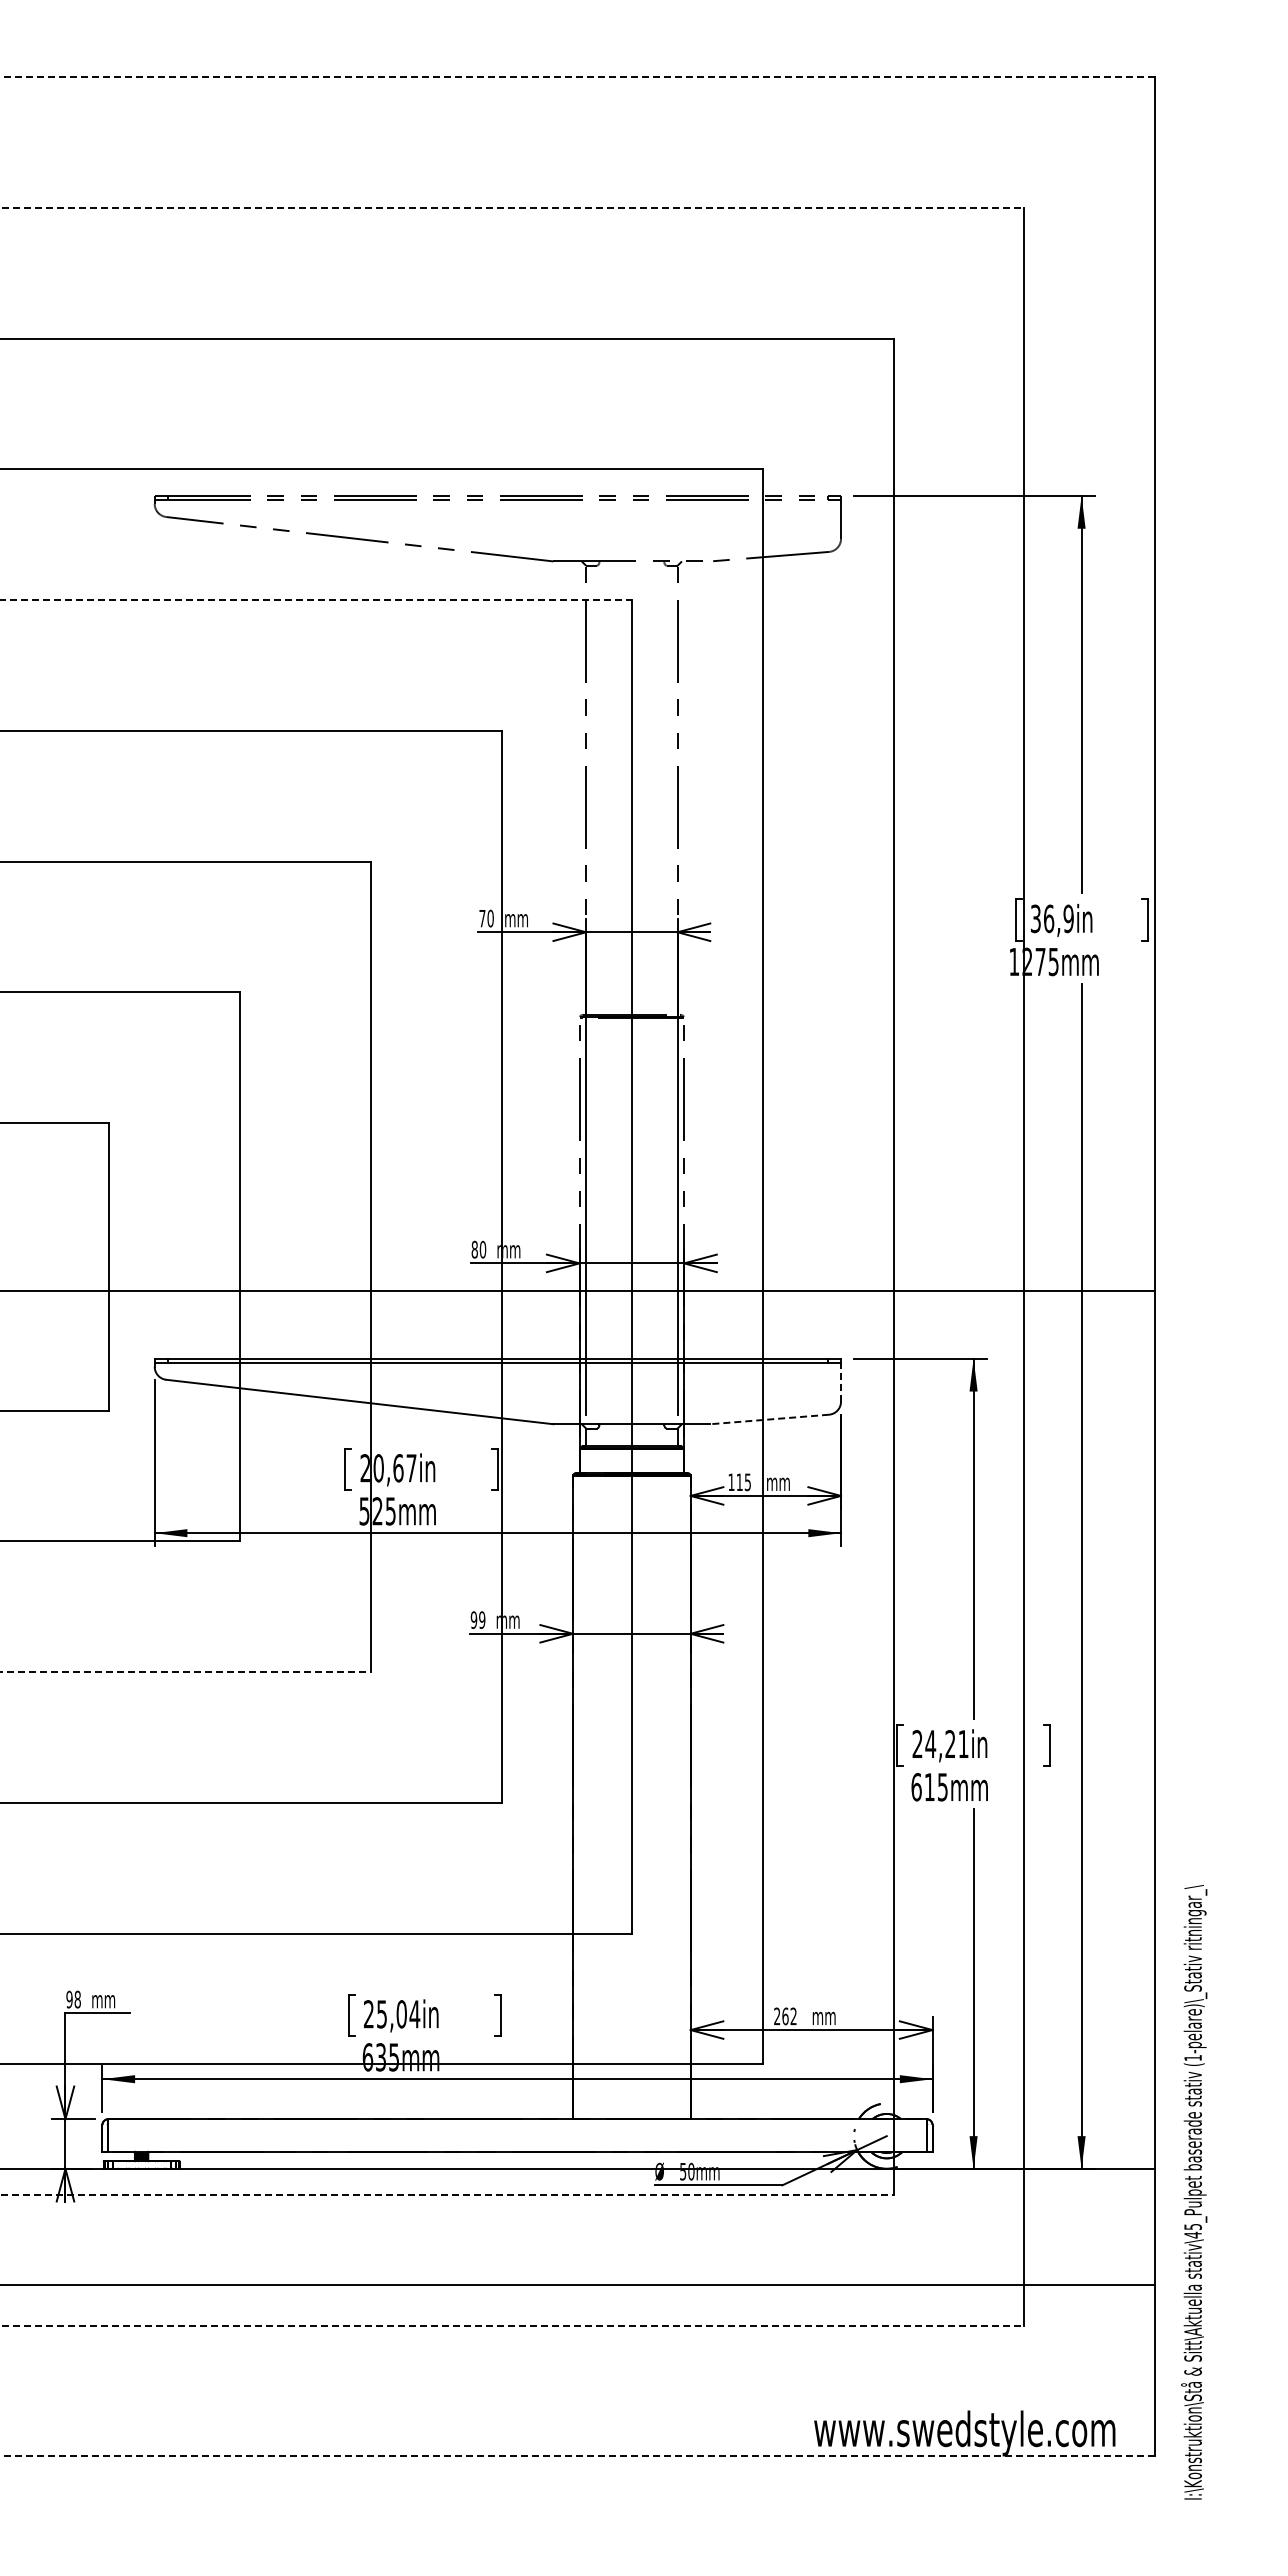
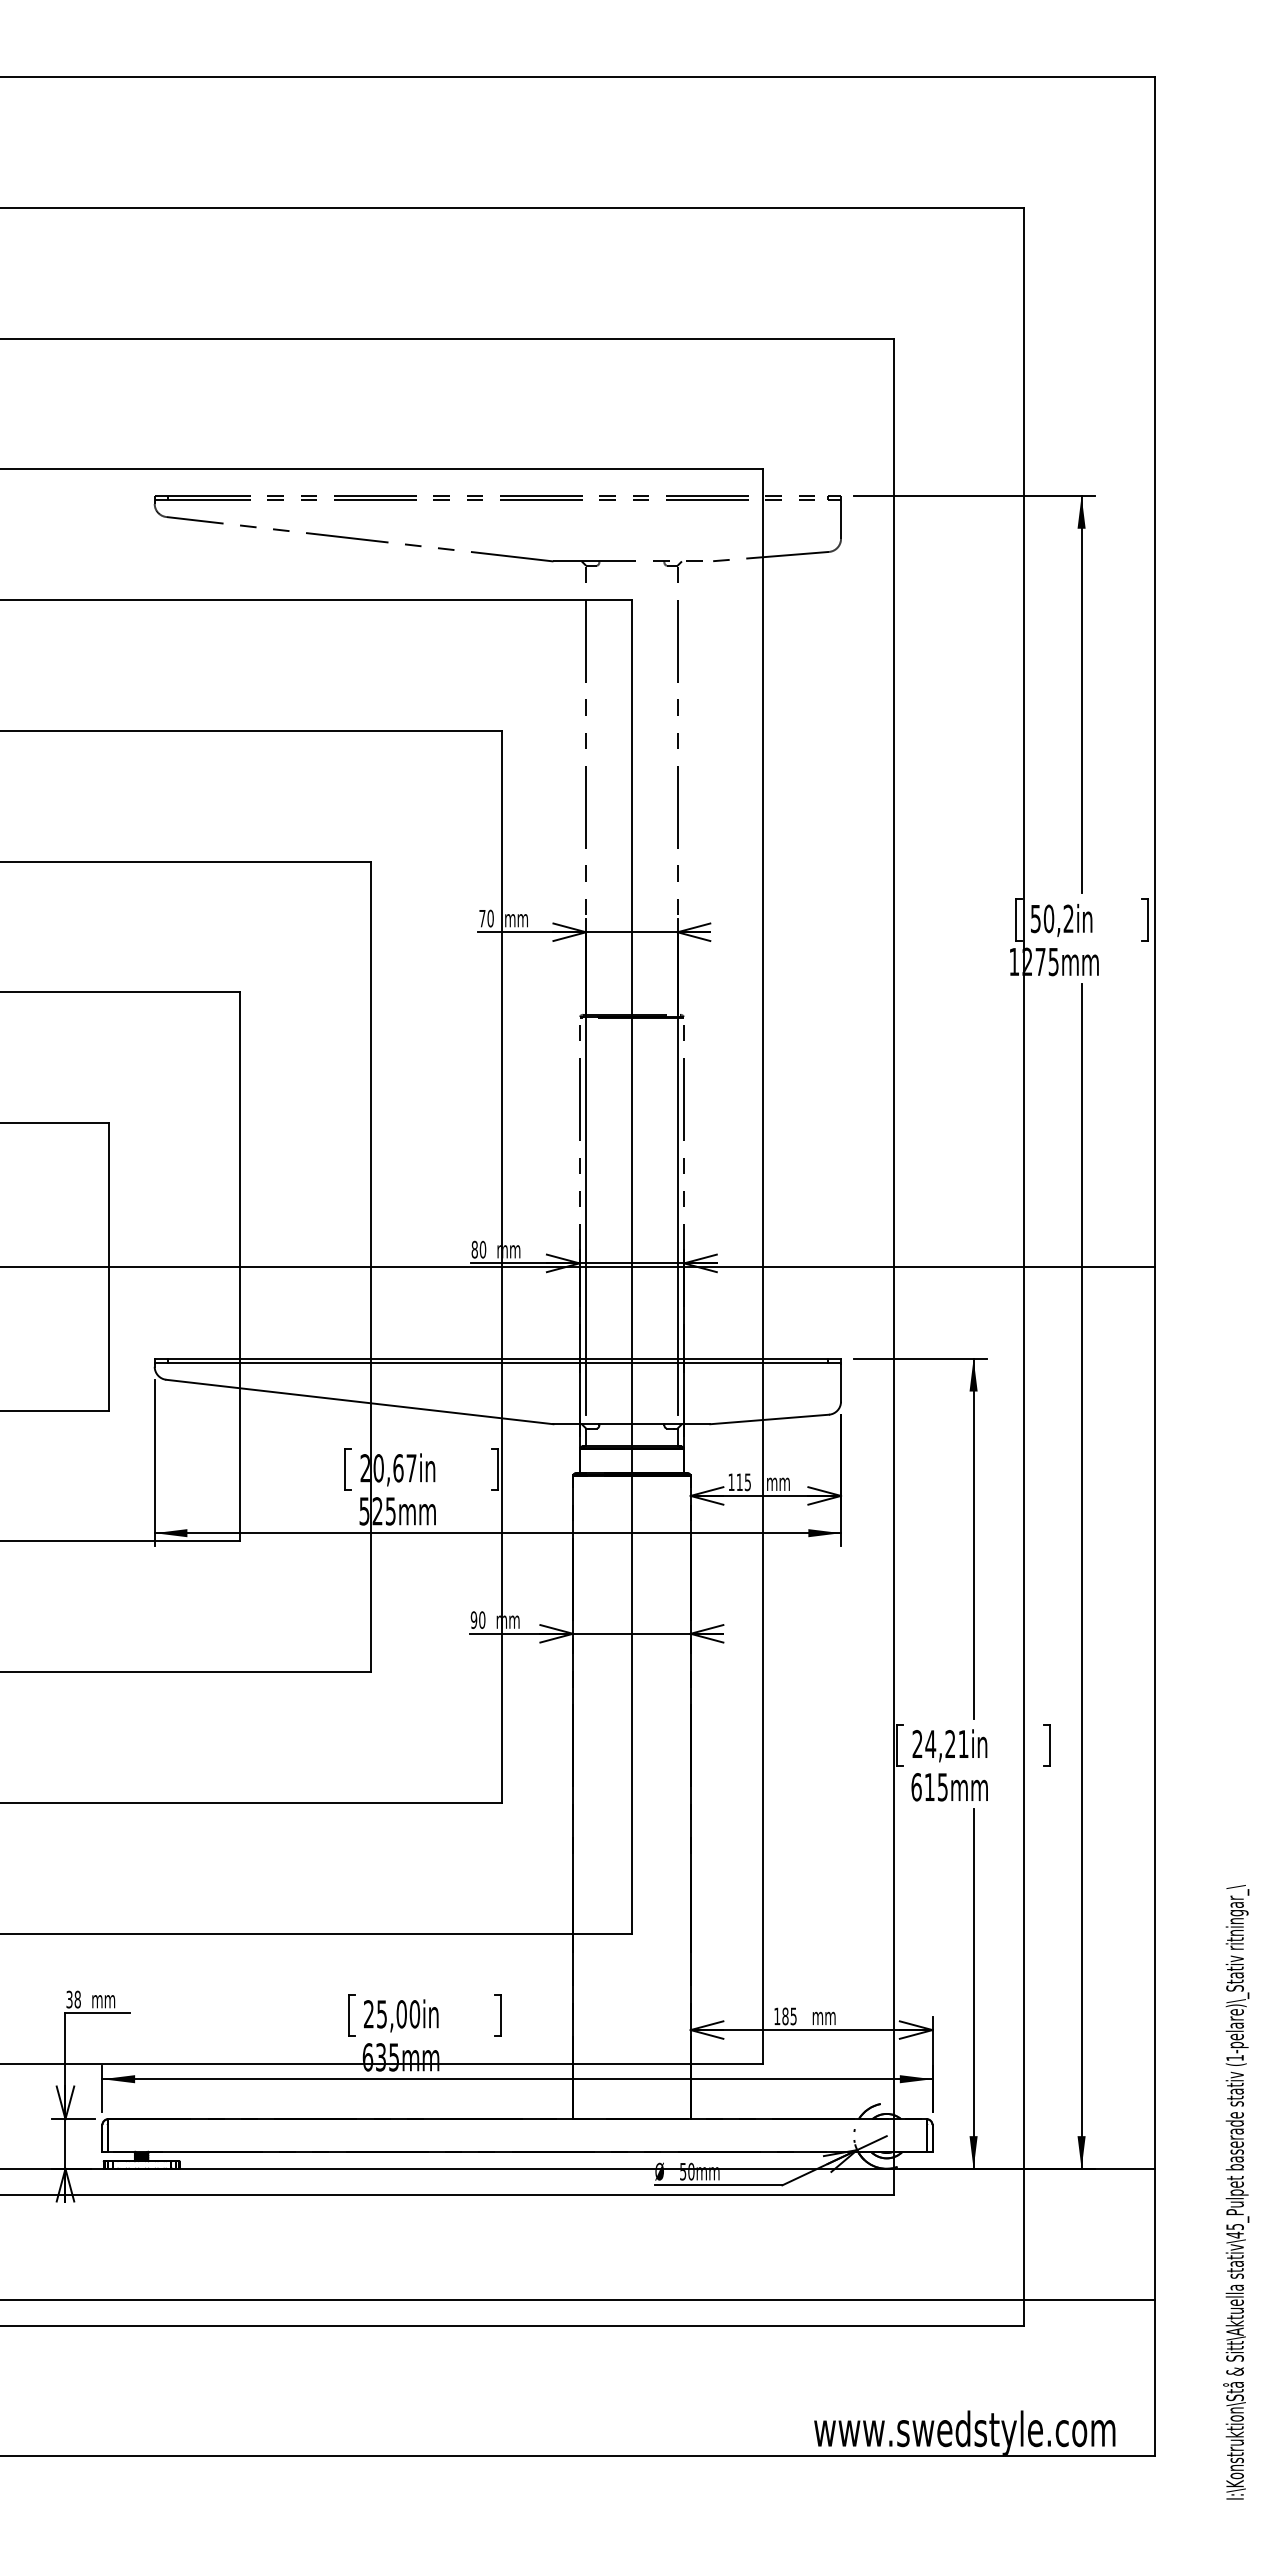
line at (578, 77): dashed -> solid
line at (512, 208): dashed -> solid
line at (316, 600): dashed -> solid
text at (1052, 918): 36,9in -> 50,2in
line at (578, 1290) position: (578, 1290) -> (578, 1266)
line at (841, 1382): dashed -> solid
line at (769, 1419): dashed -> solid
text at (482, 1619): 99 -> 90
line at (185, 1672): dashed -> solid
text at (69, 1999): 98 -> 38
text at (414, 2014): 25,04in -> 25,00in
text at (785, 2016): 262 -> 185
text at (1194, 2192) position: (1194, 2192) -> (1236, 2192)
line at (447, 2195): dashed -> solid
line at (578, 2284) position: (578, 2284) -> (578, 2299)
line at (512, 2325): dashed -> solid
line at (578, 2456): dashed -> solid
